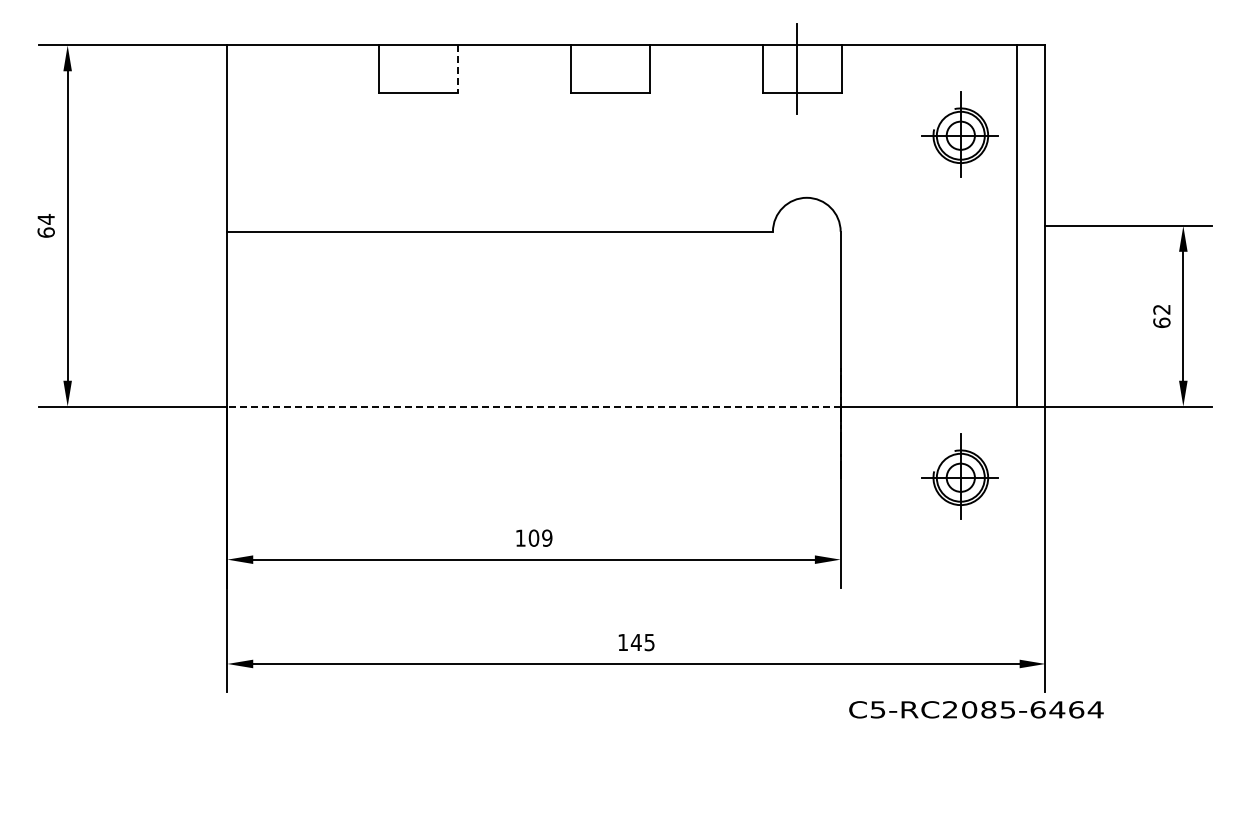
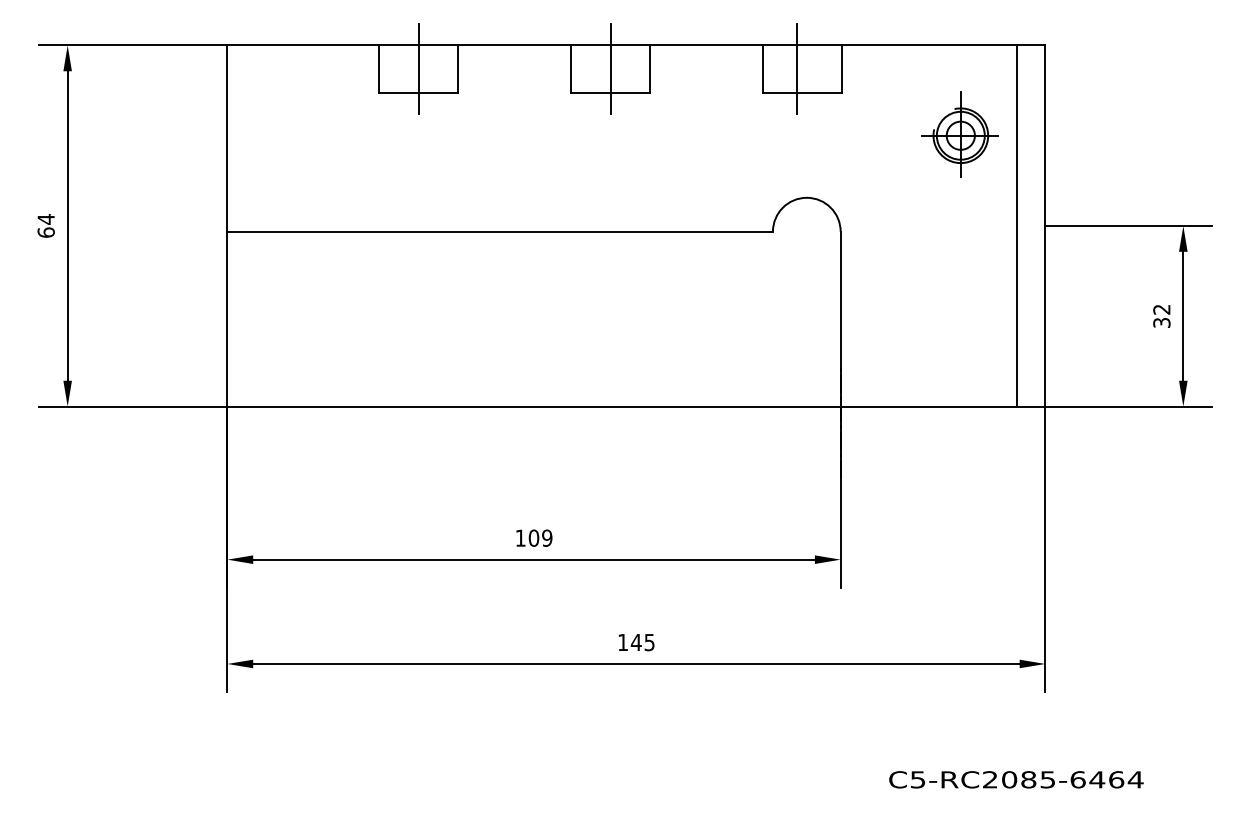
line at (418, 69): none -> present
line at (458, 69): dashed -> solid
line at (610, 69): none -> present
text at (1161, 322): 62 -> 32
line at (534, 406): dashed -> solid
part at (959, 476): present -> none
text at (976, 709) position: (976, 709) -> (1016, 779)
